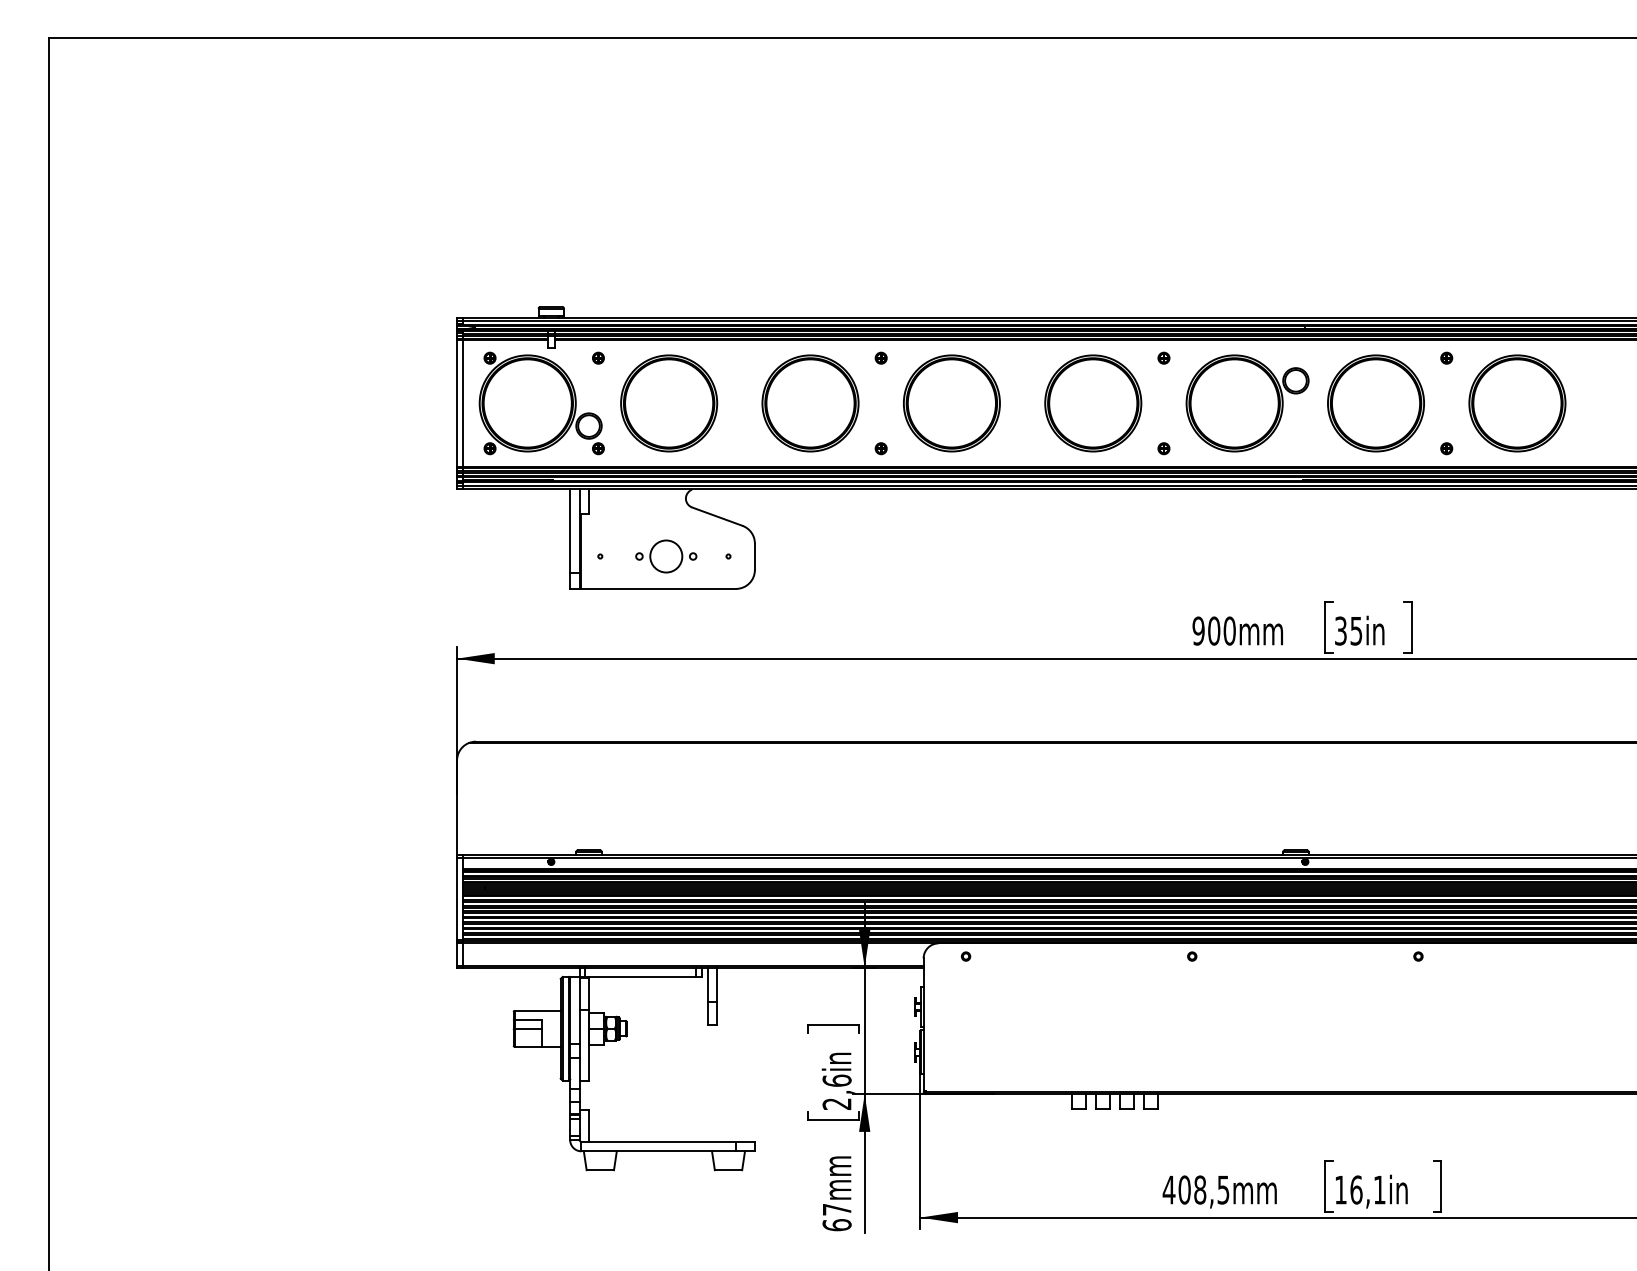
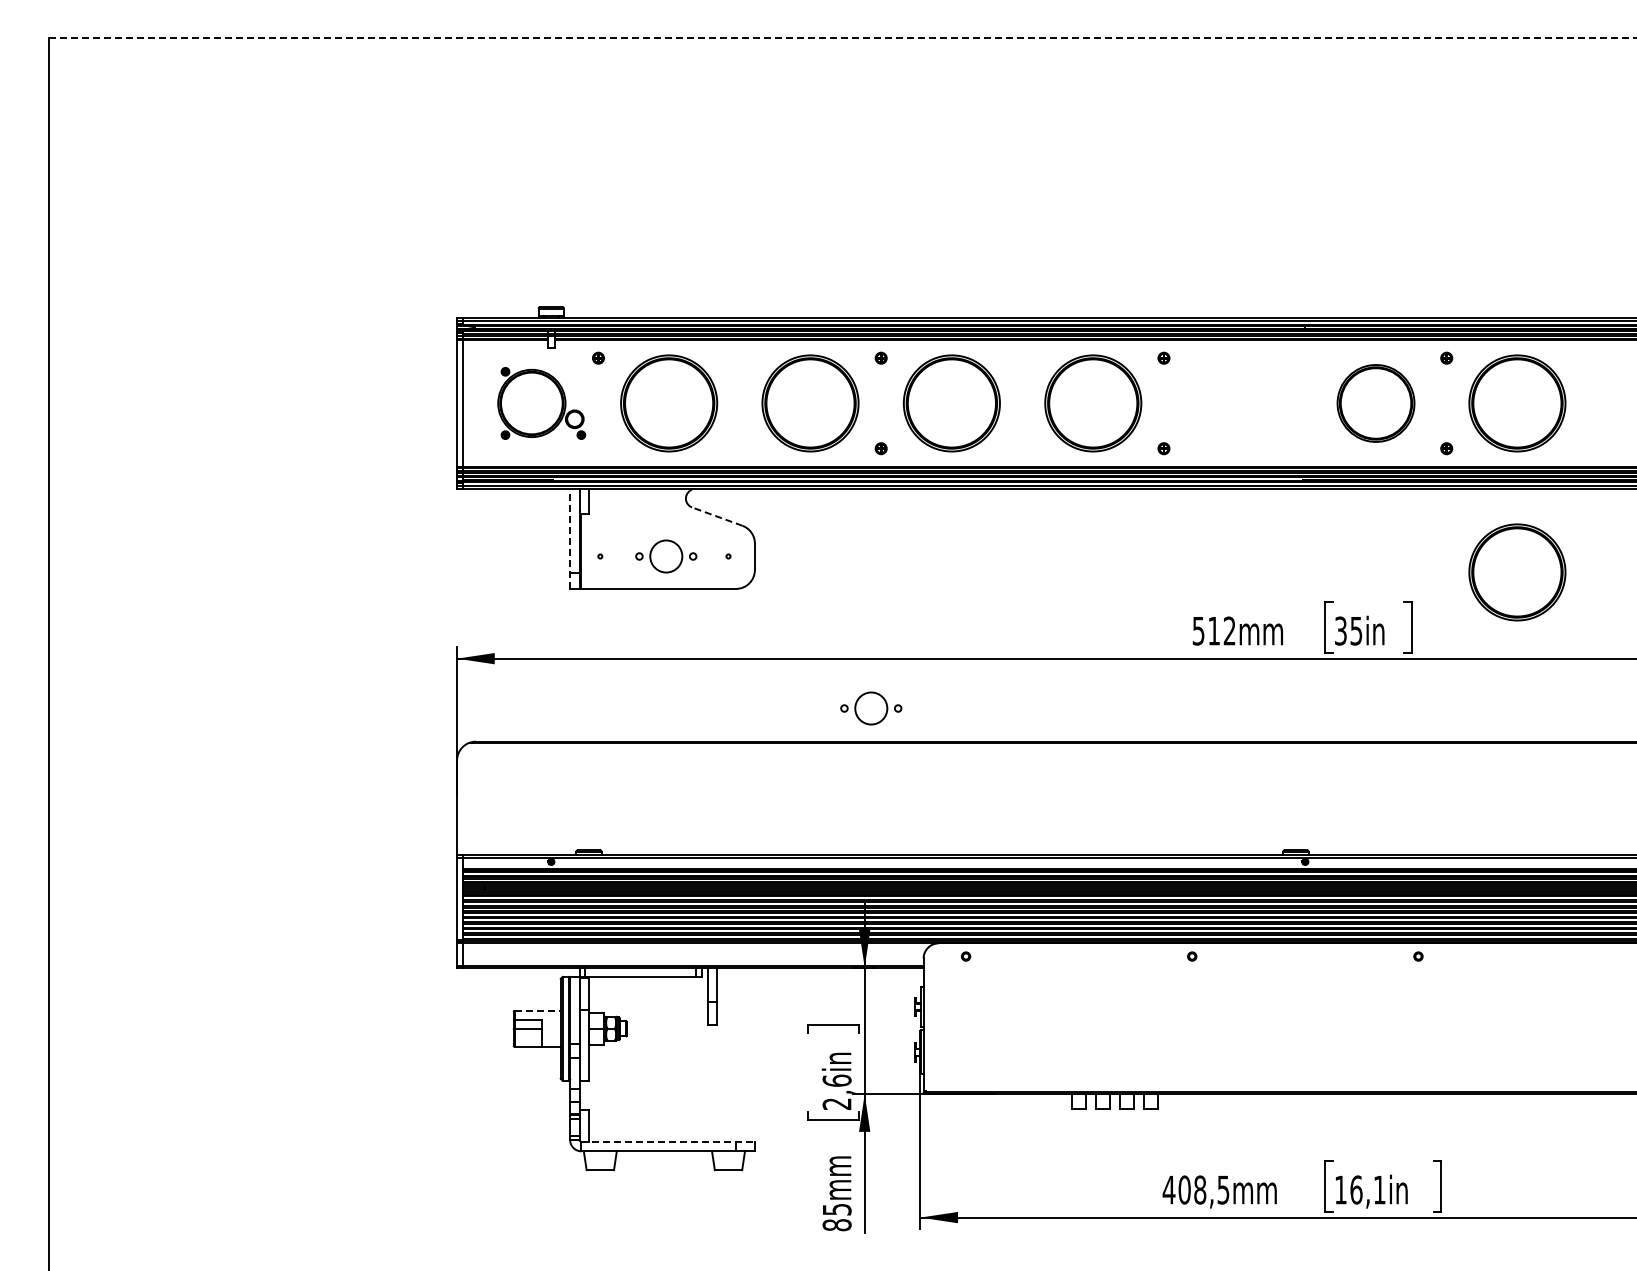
line at (842, 38): solid -> dashed
part at (541, 403) size: 127x105 px -> 90x73 px
part at (1247, 403): present -> none
part at (1375, 403) size: 98x99 px -> 80x79 px
line at (717, 516): solid -> dashed
line at (570, 539): solid -> dashed
part at (1517, 572): none -> present
text at (1213, 630): 900mm -> 512mm
part at (871, 708): none -> present
line at (538, 1010): solid -> dashed
line at (668, 1141): solid -> dashed
text at (836, 1217): 67mm -> 85mm
